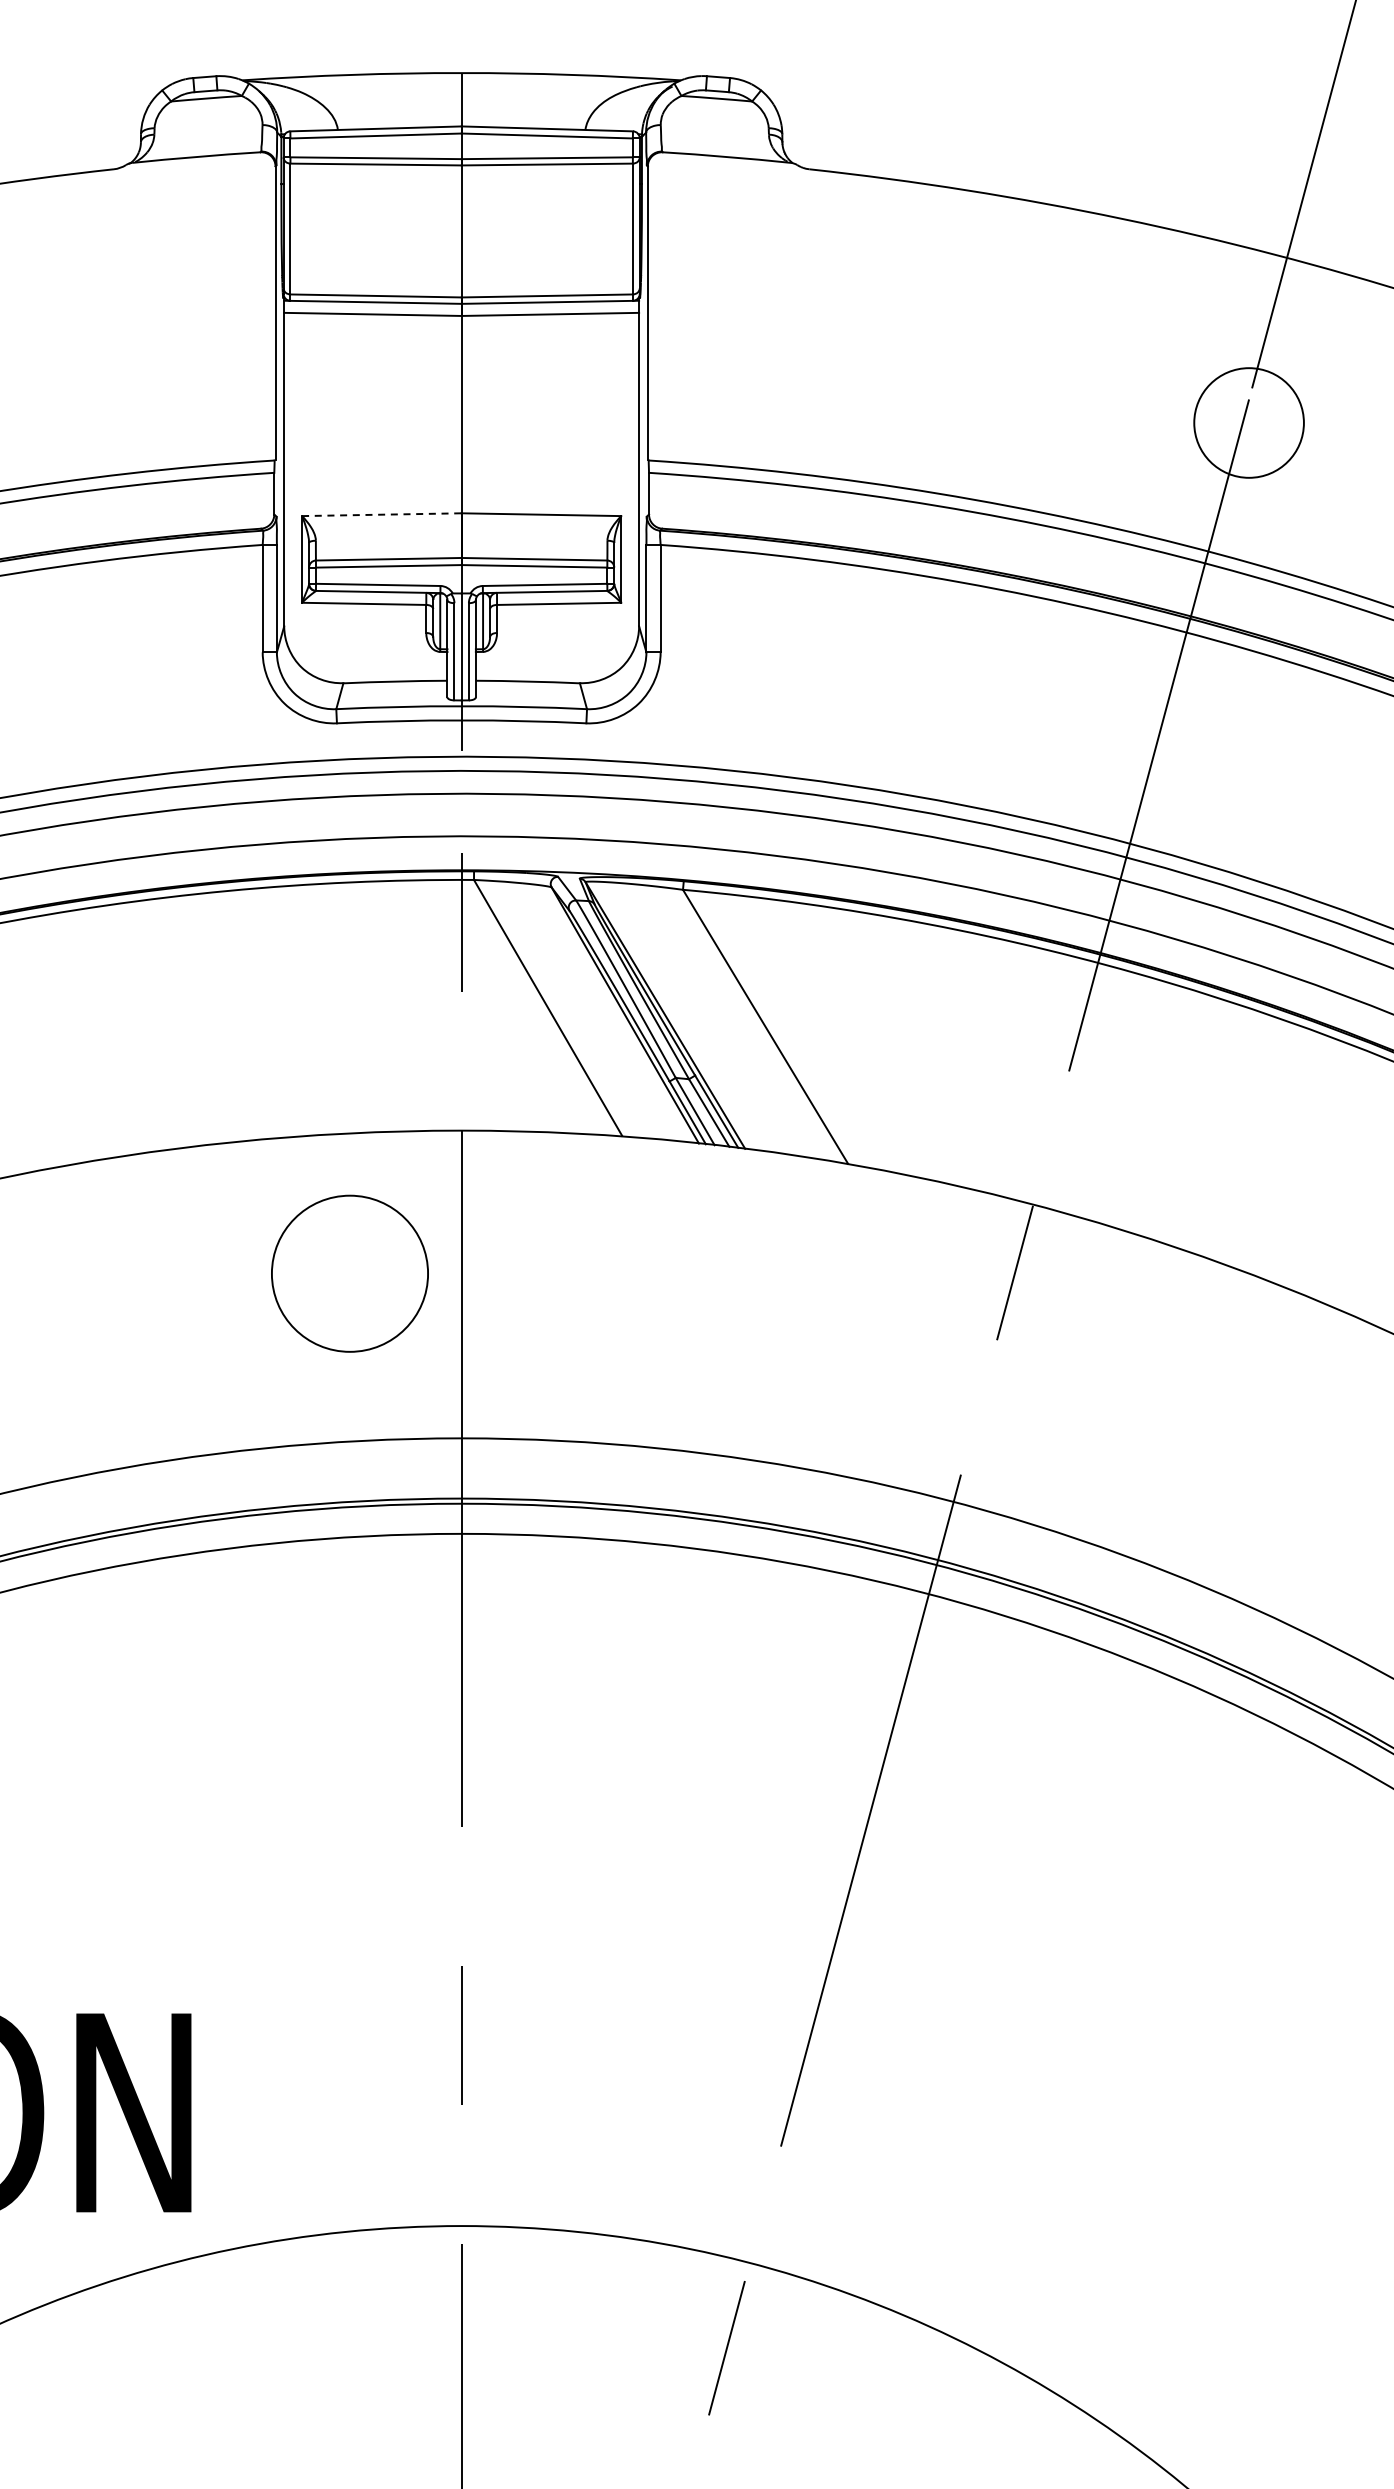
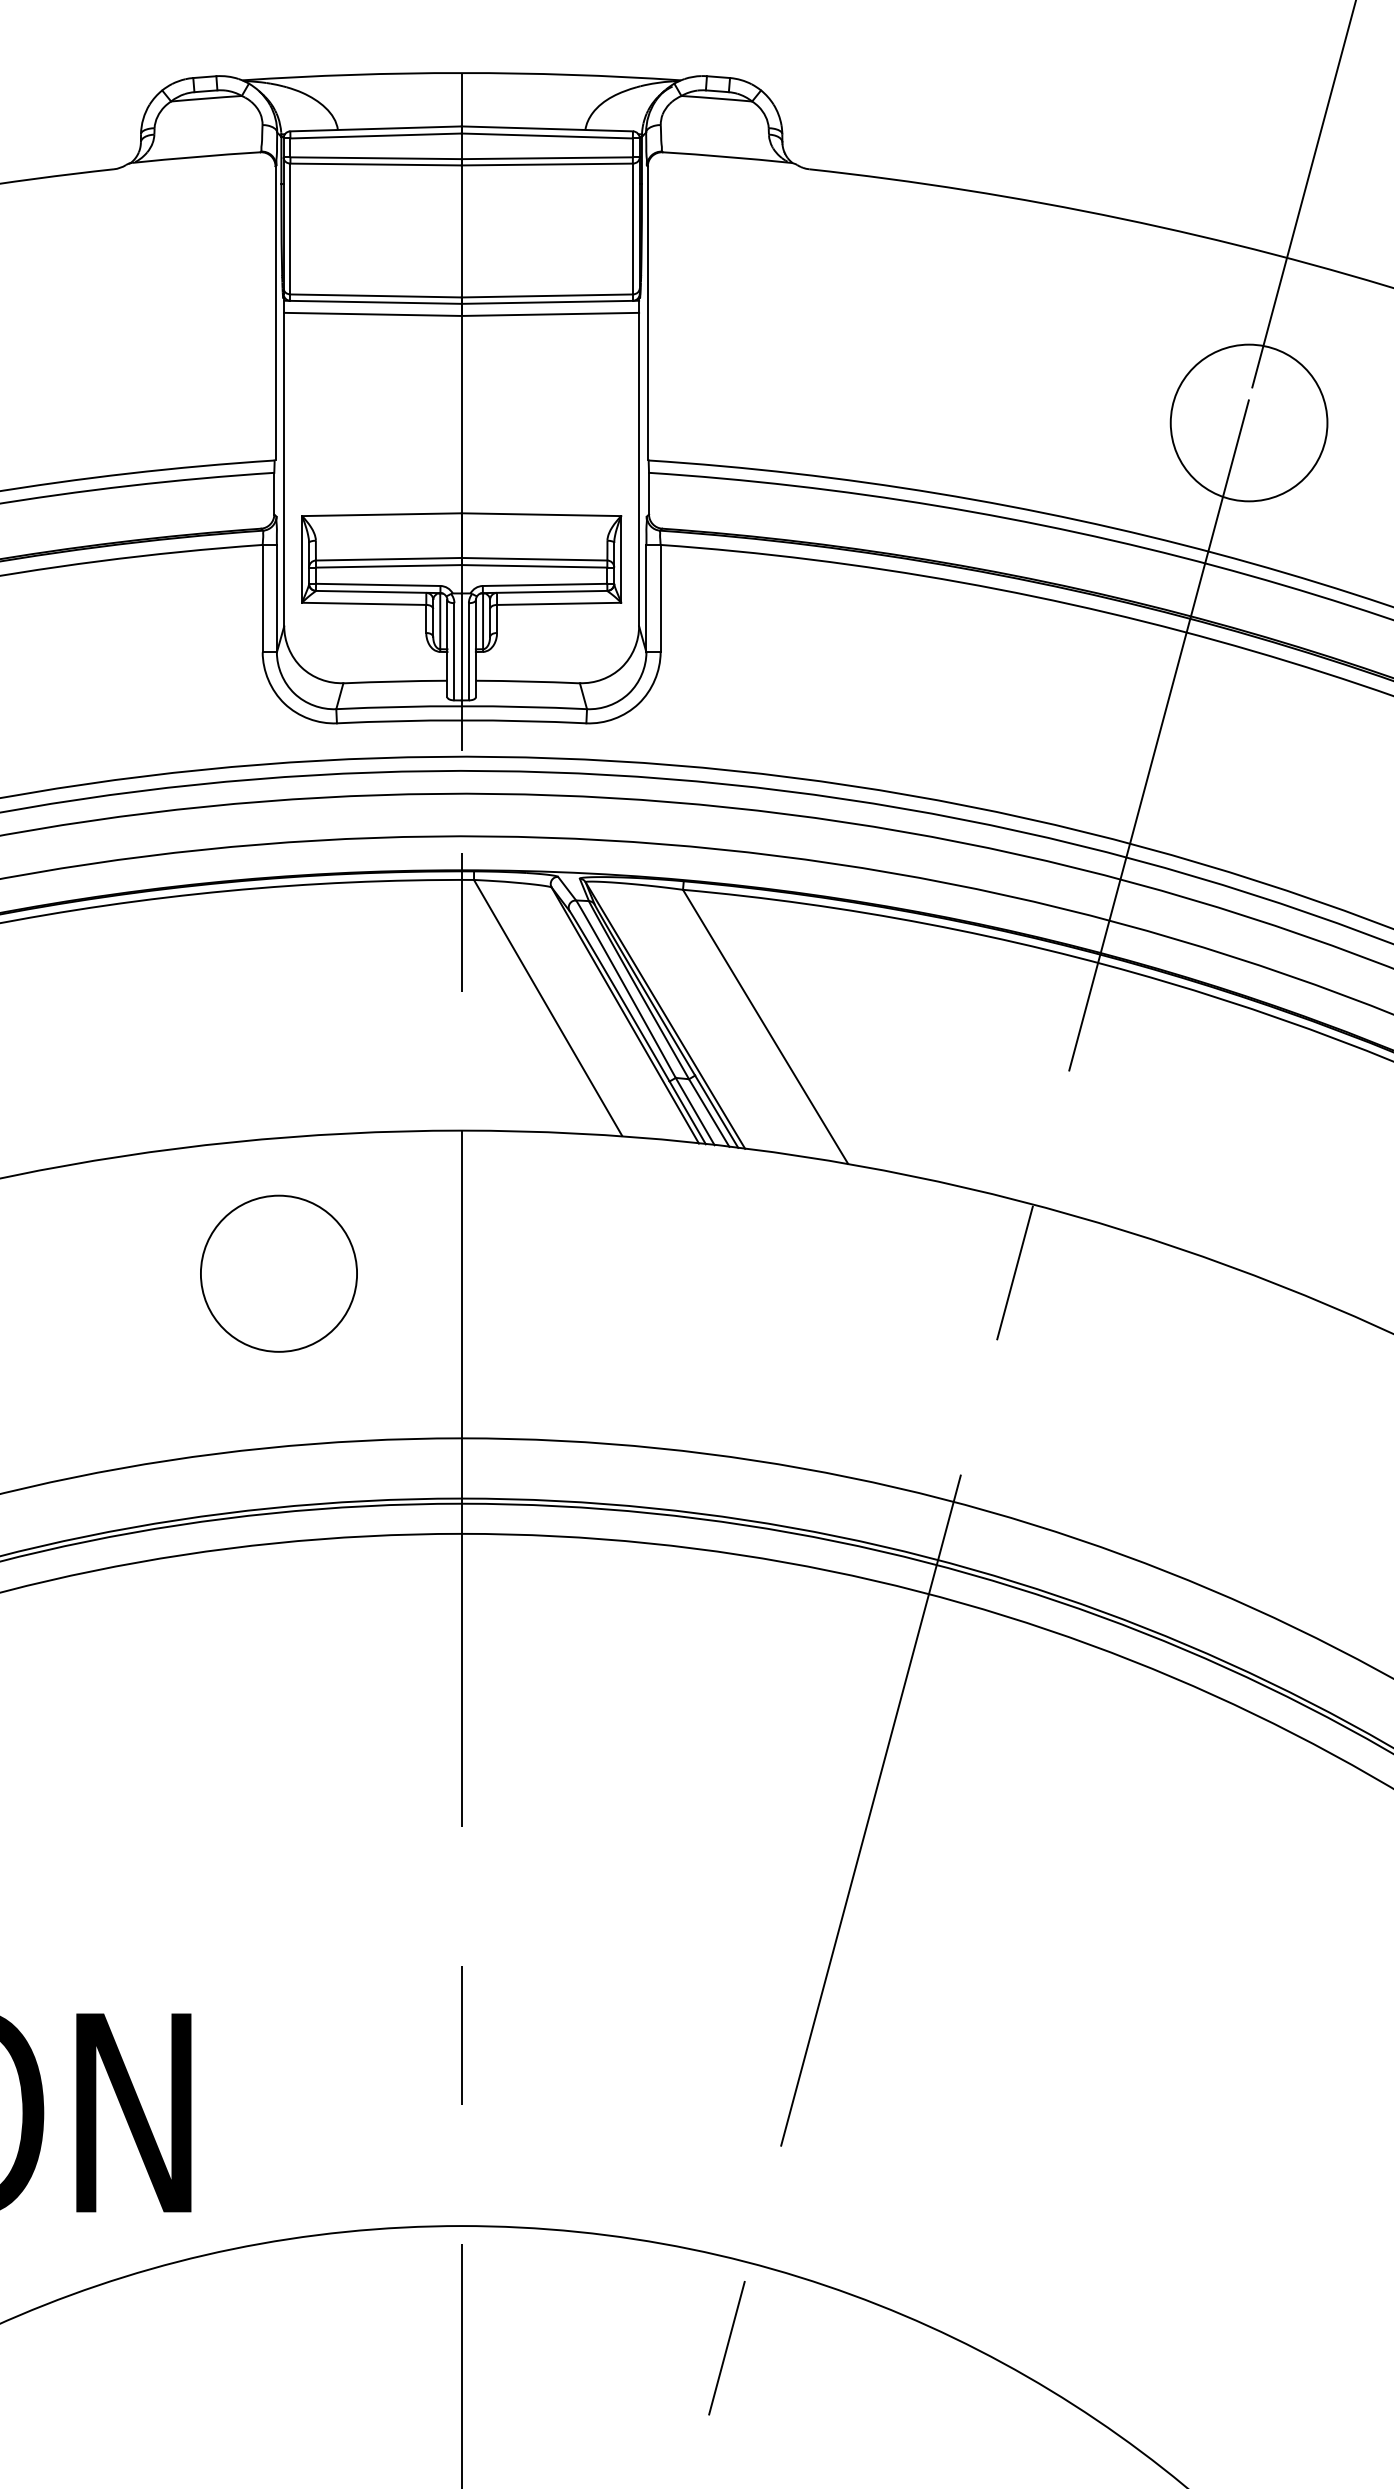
circle at (1248, 422) diameter: 110 px -> 157 px
line at (381, 514): dashed -> solid
circle at (349, 1273) position: (349, 1273) -> (278, 1273)
